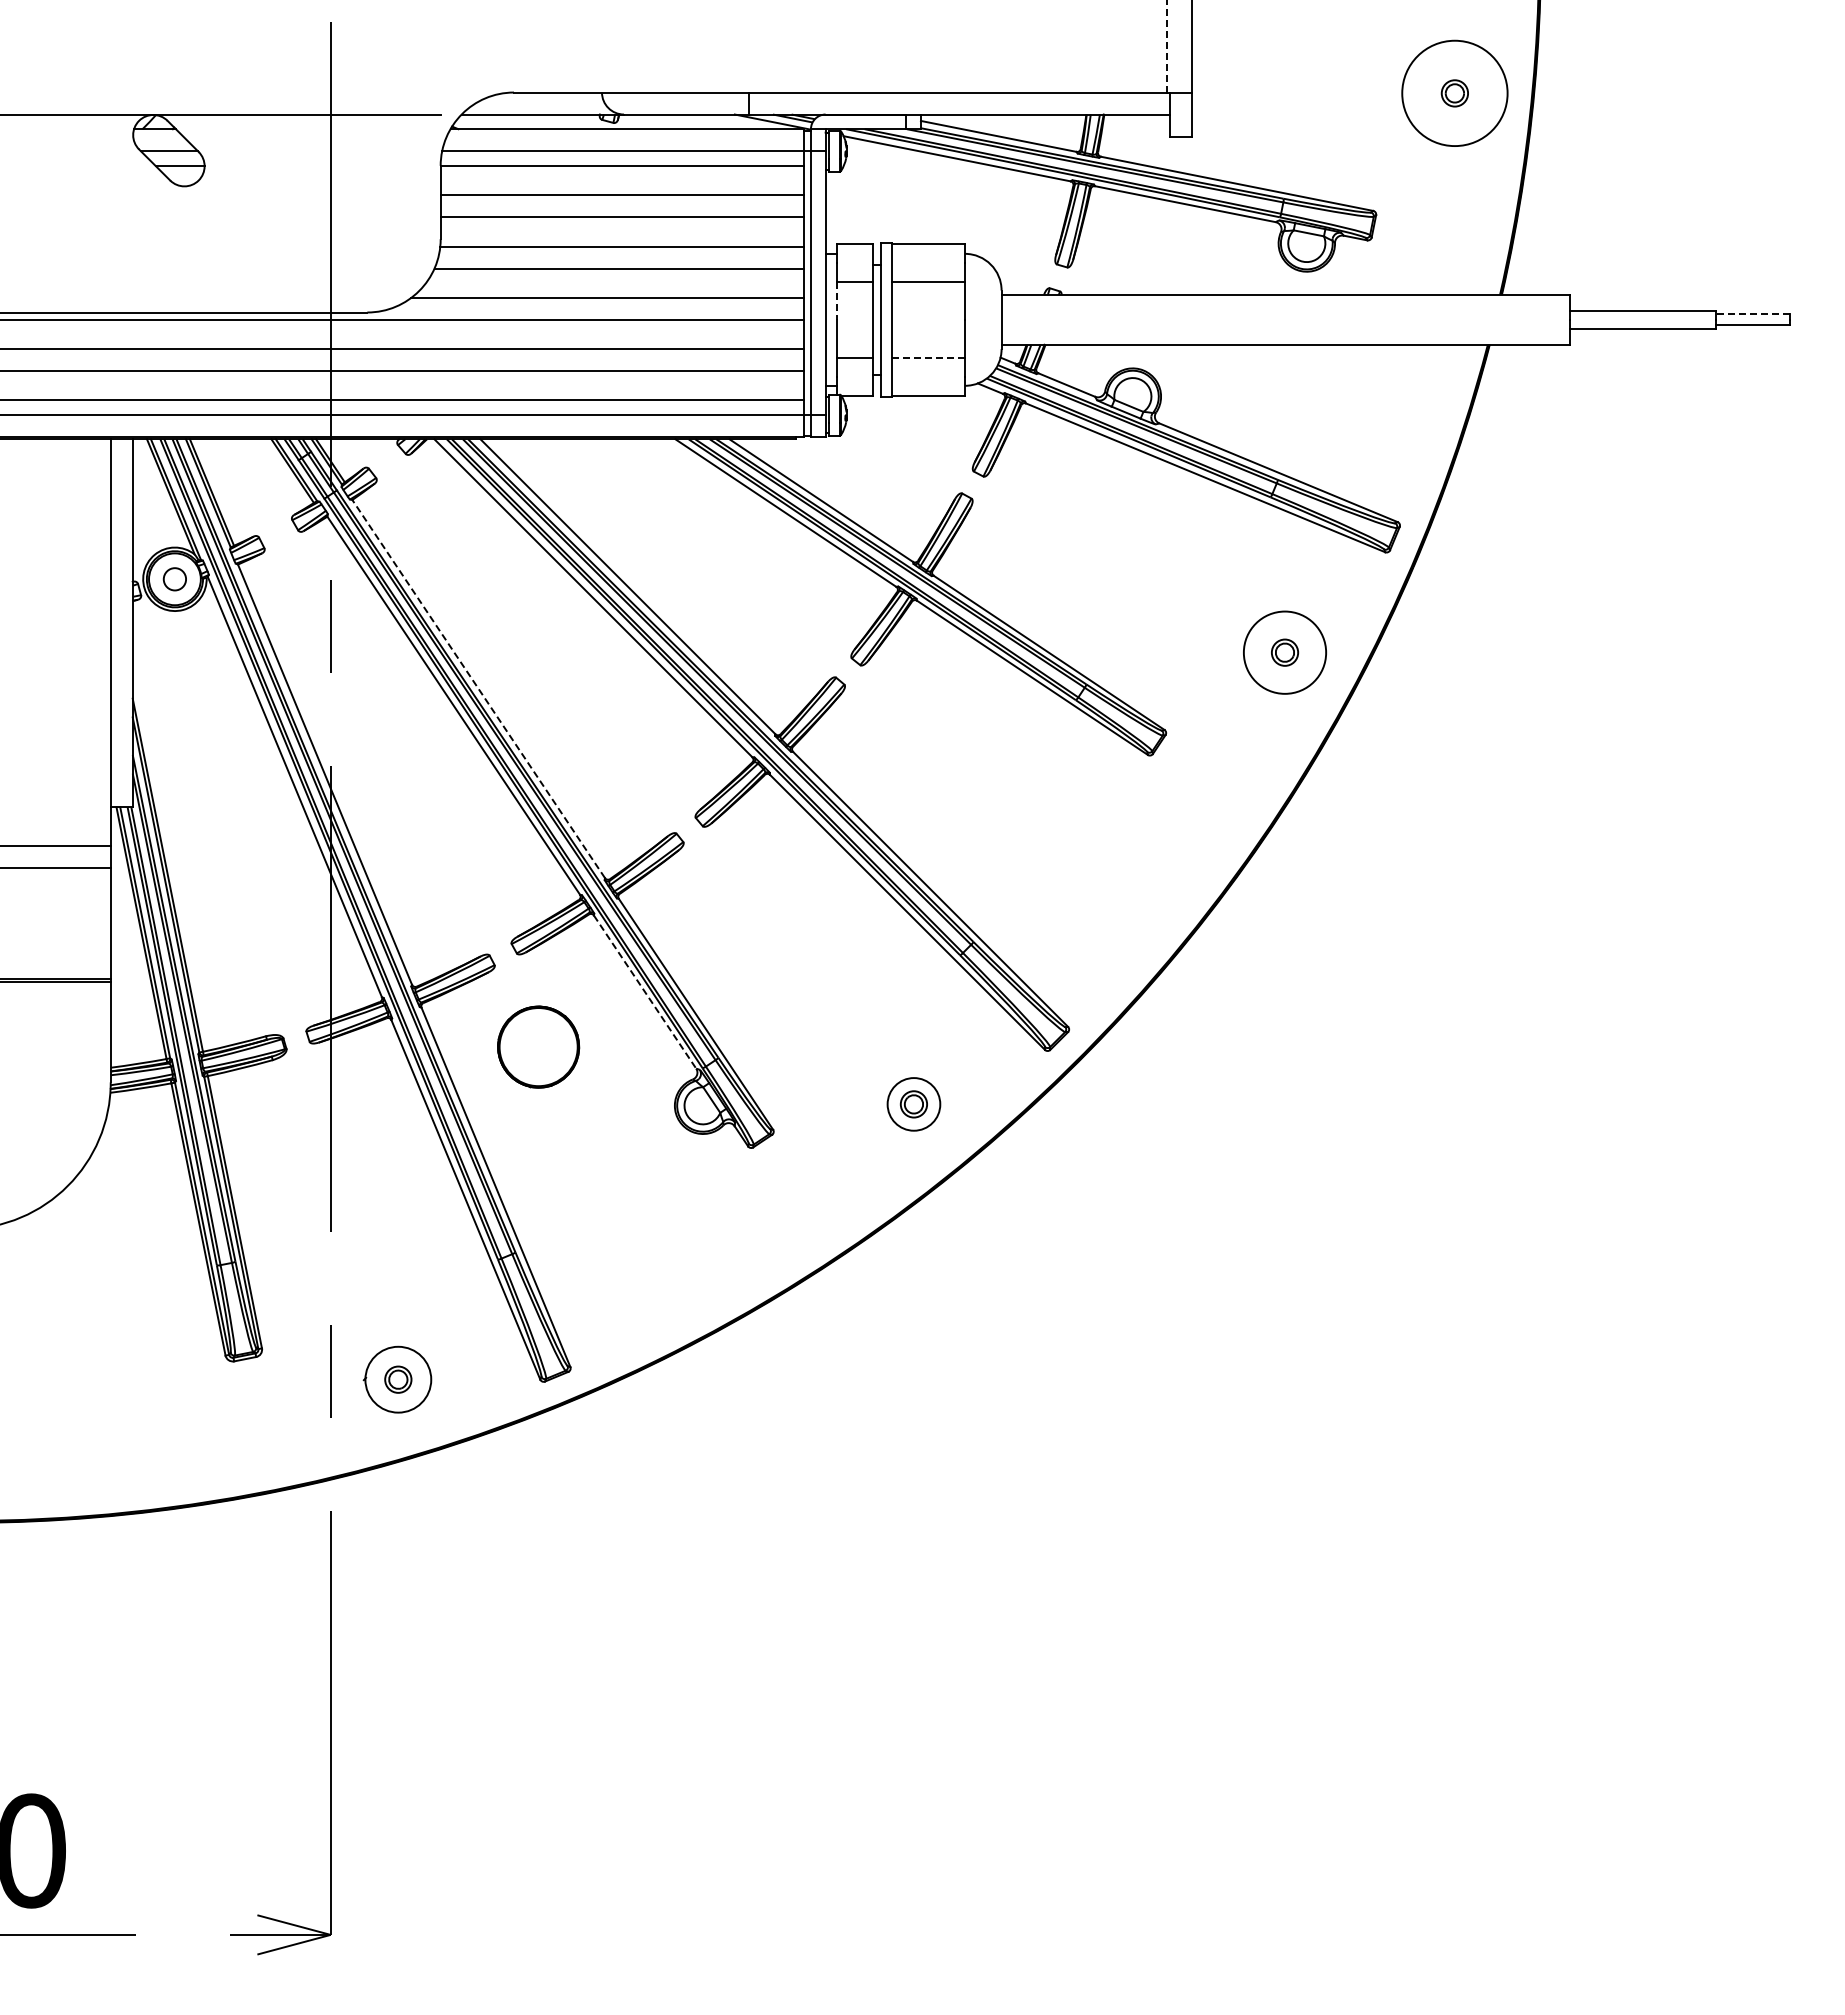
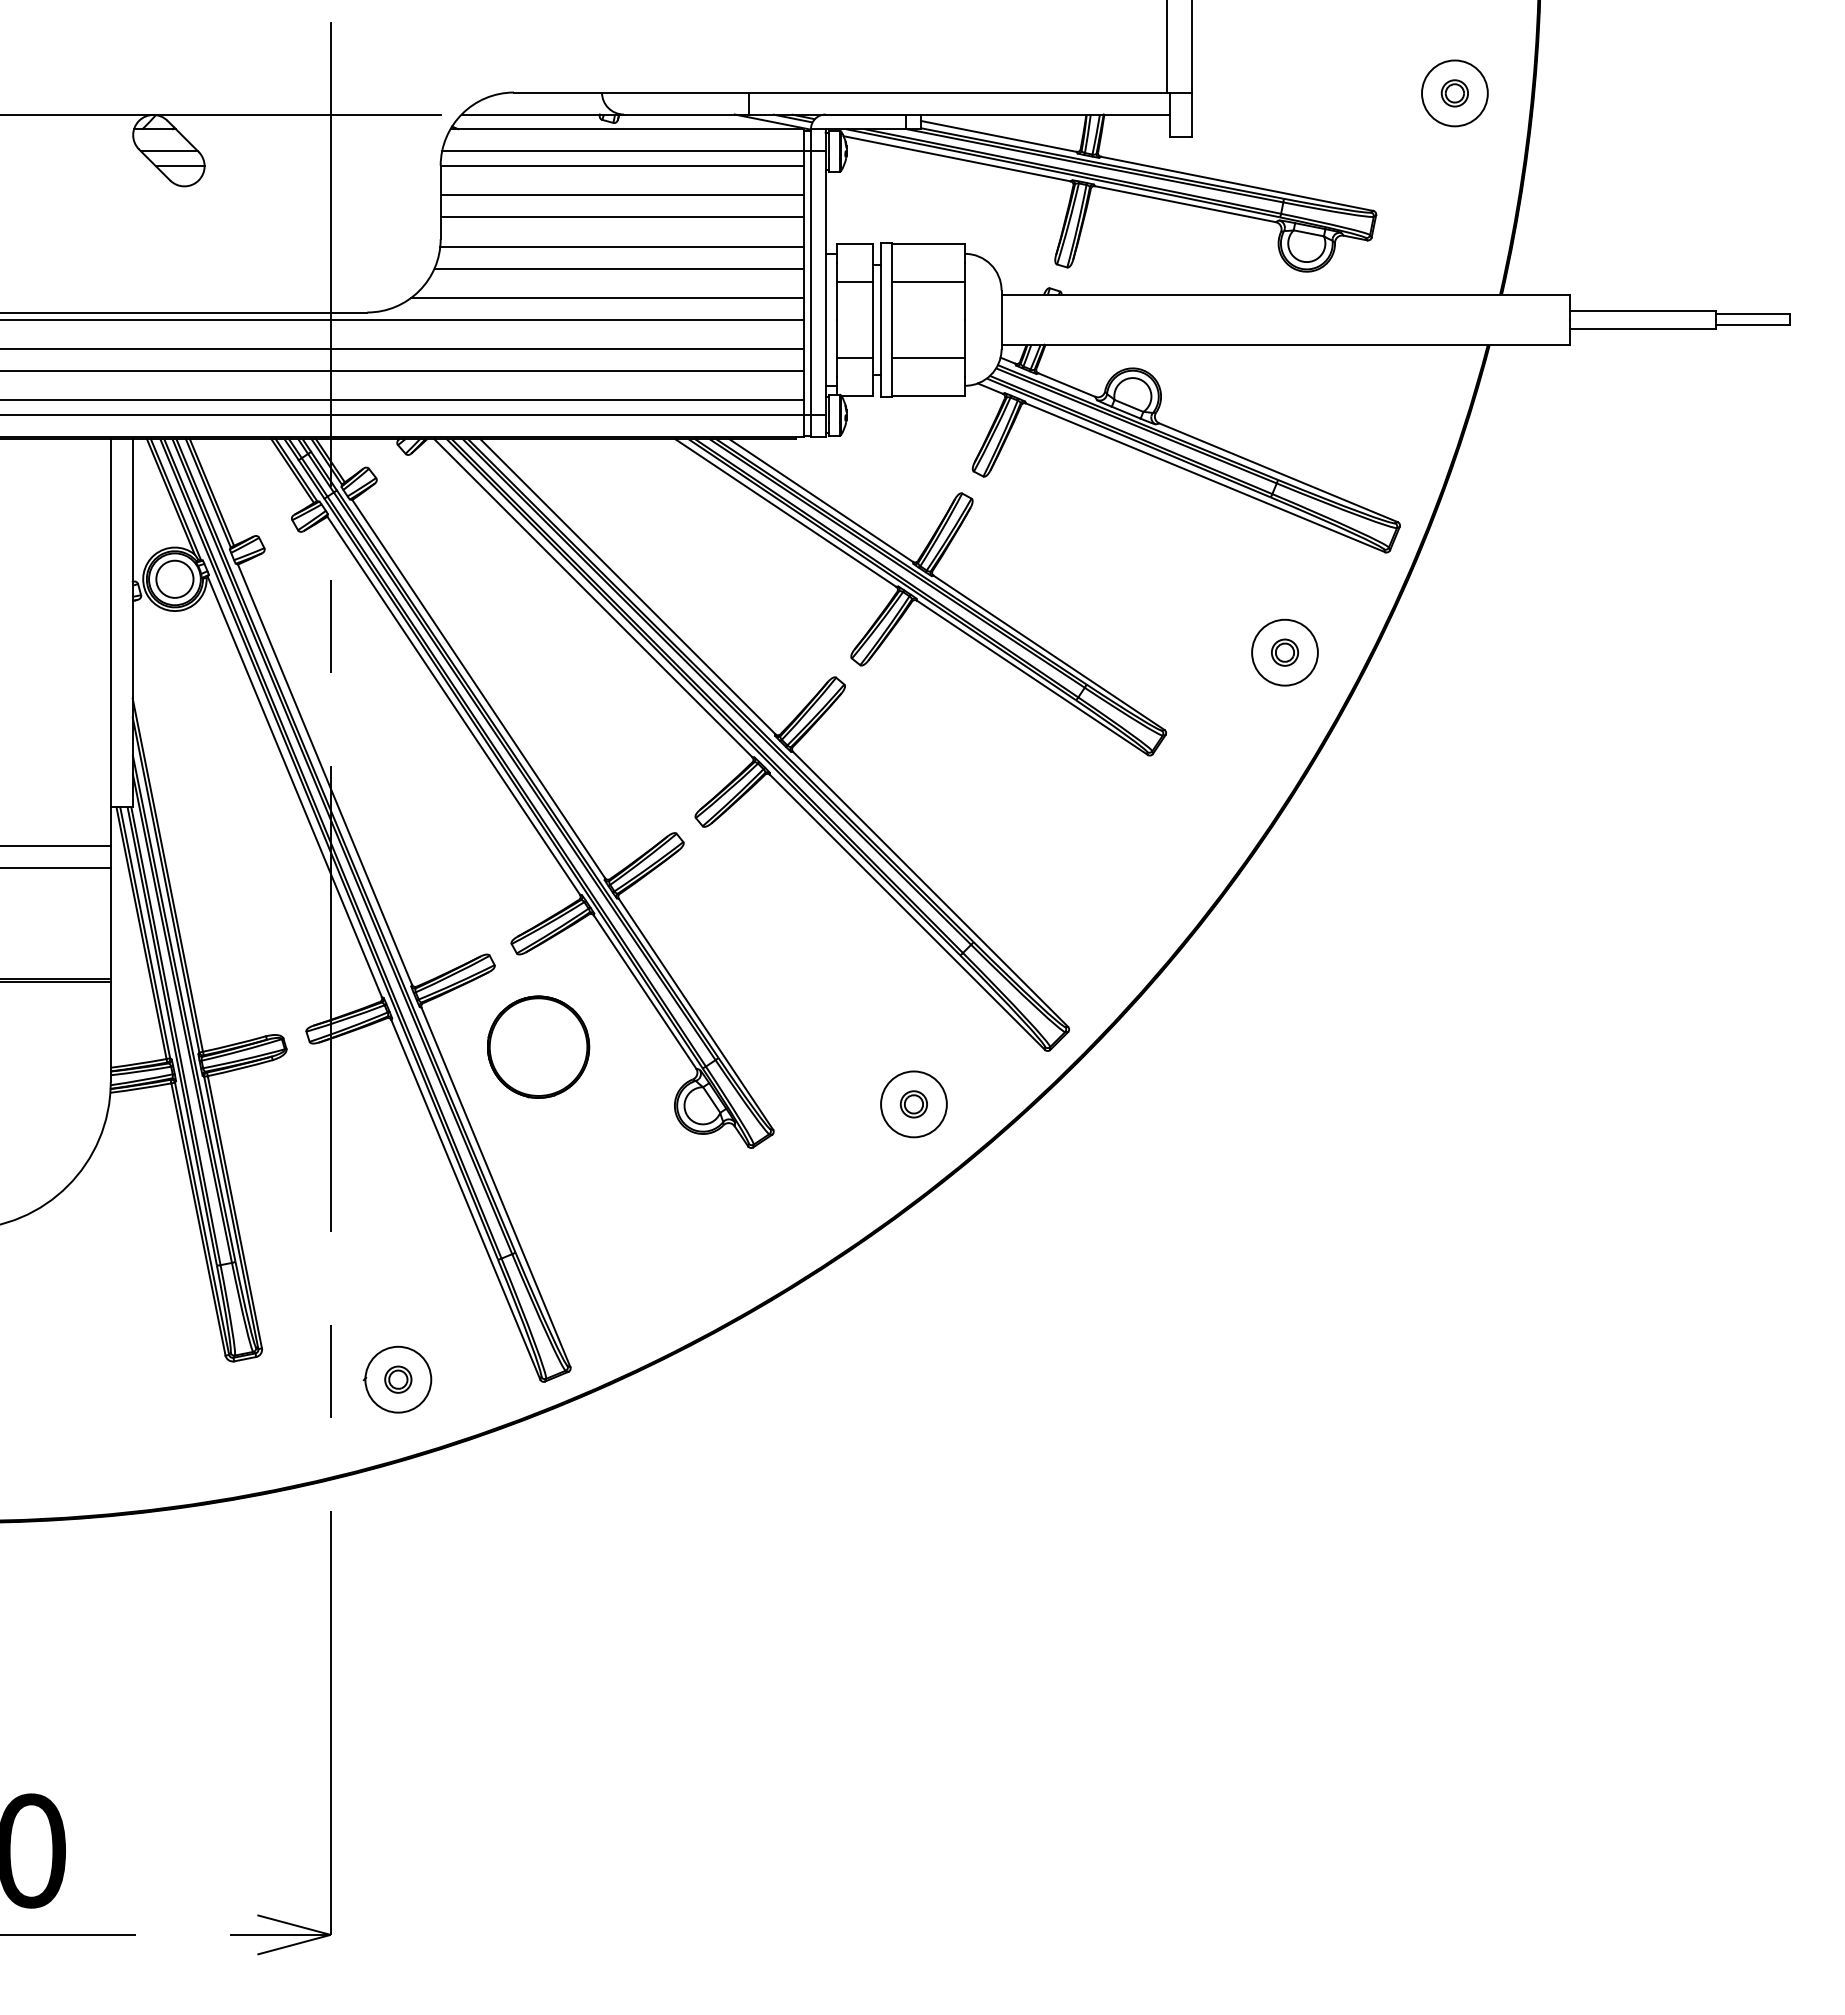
line at (1166, 46): dashed -> solid
circle at (1454, 93) diameter: 105 px -> 66 px
line at (836, 301): dashed -> solid
line at (1753, 314): dashed -> solid
line at (928, 357): dashed -> solid
circle at (174, 579) diameter: 22 px -> 37 px
circle at (1284, 652) diameter: 82 px -> 66 px
line at (478, 688): dashed -> solid
line at (645, 992): dashed -> solid
part at (538, 1046) size: 84x84 px -> 104x104 px
circle at (913, 1104) diameter: 53 px -> 66 px
